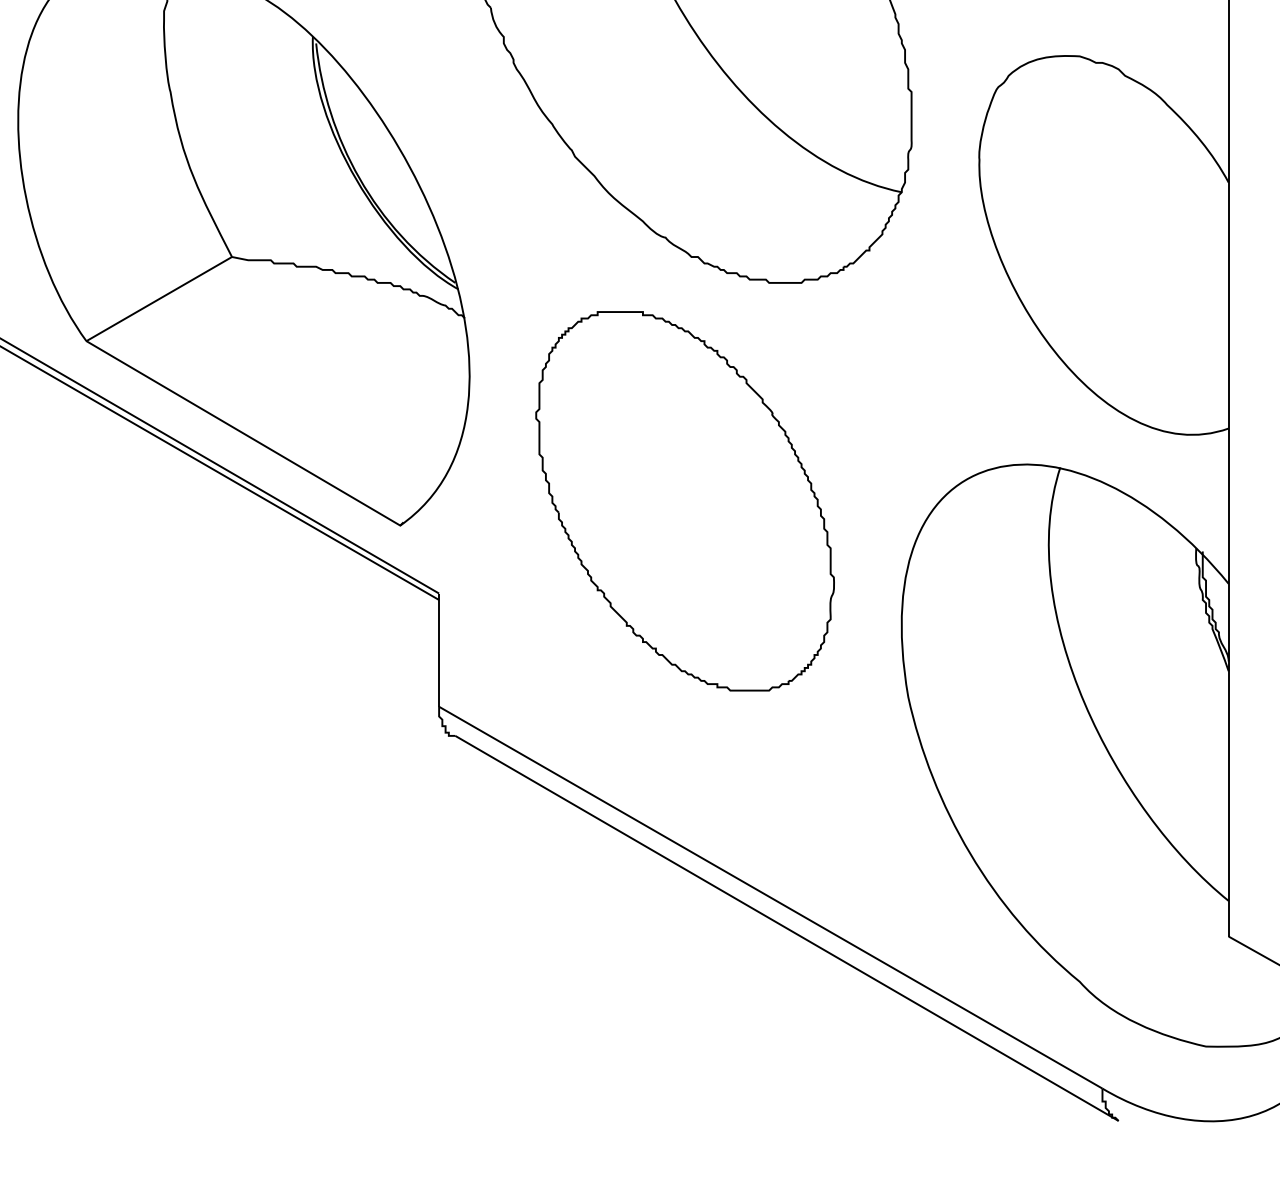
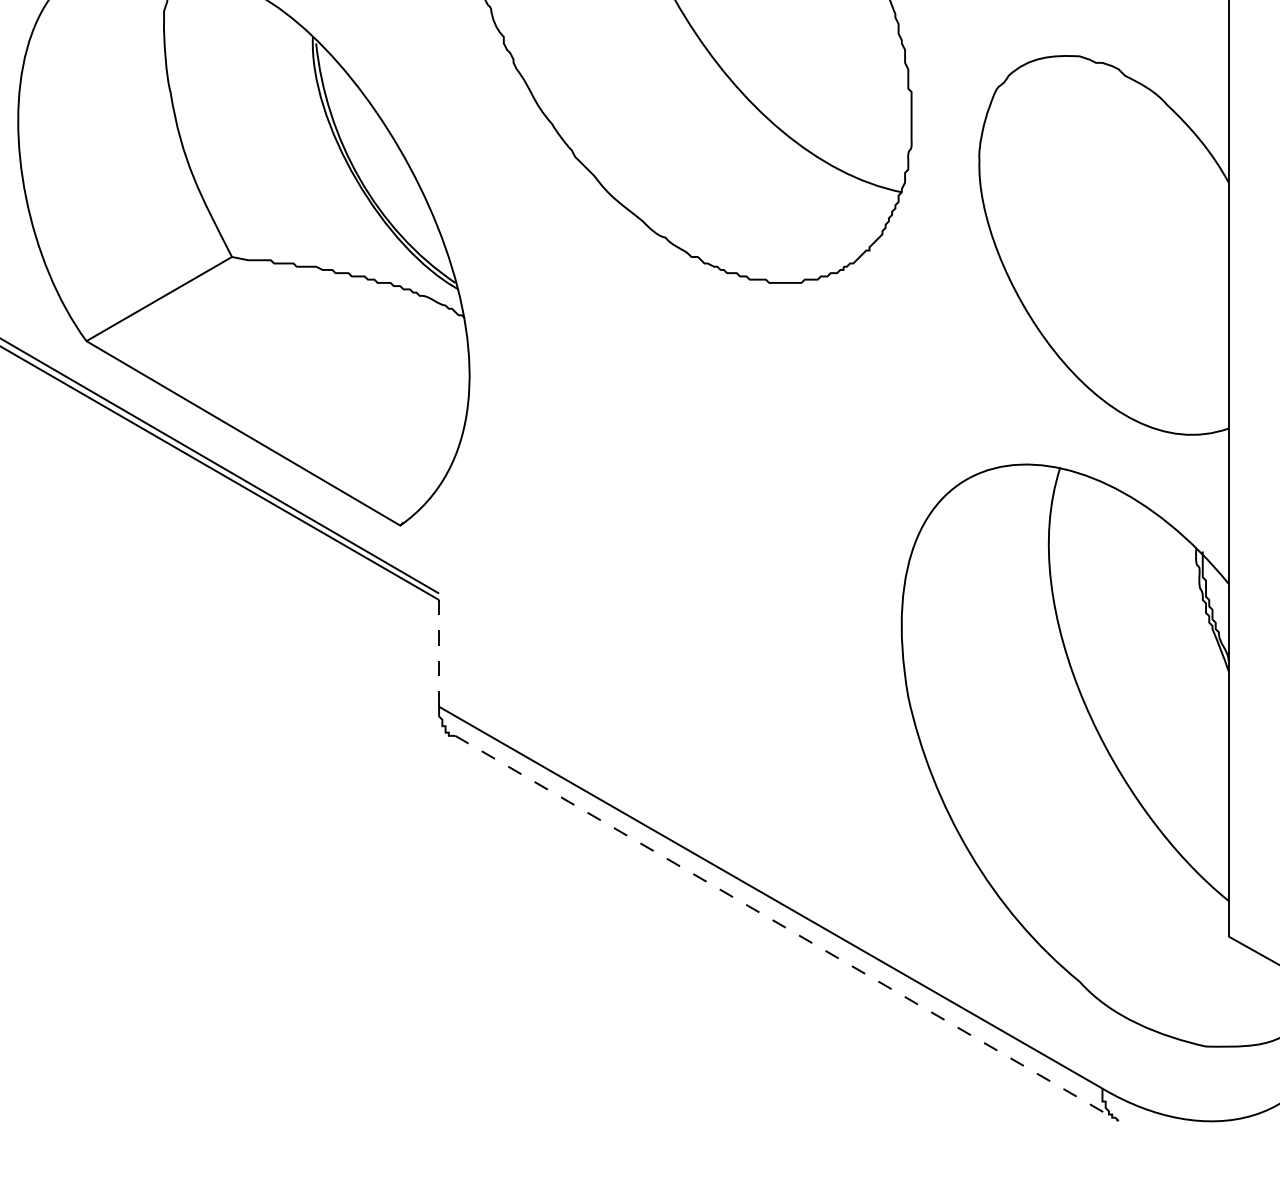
part at (684, 501): present -> none
line at (439, 650): solid -> dashed
line at (786, 928): solid -> dashed
